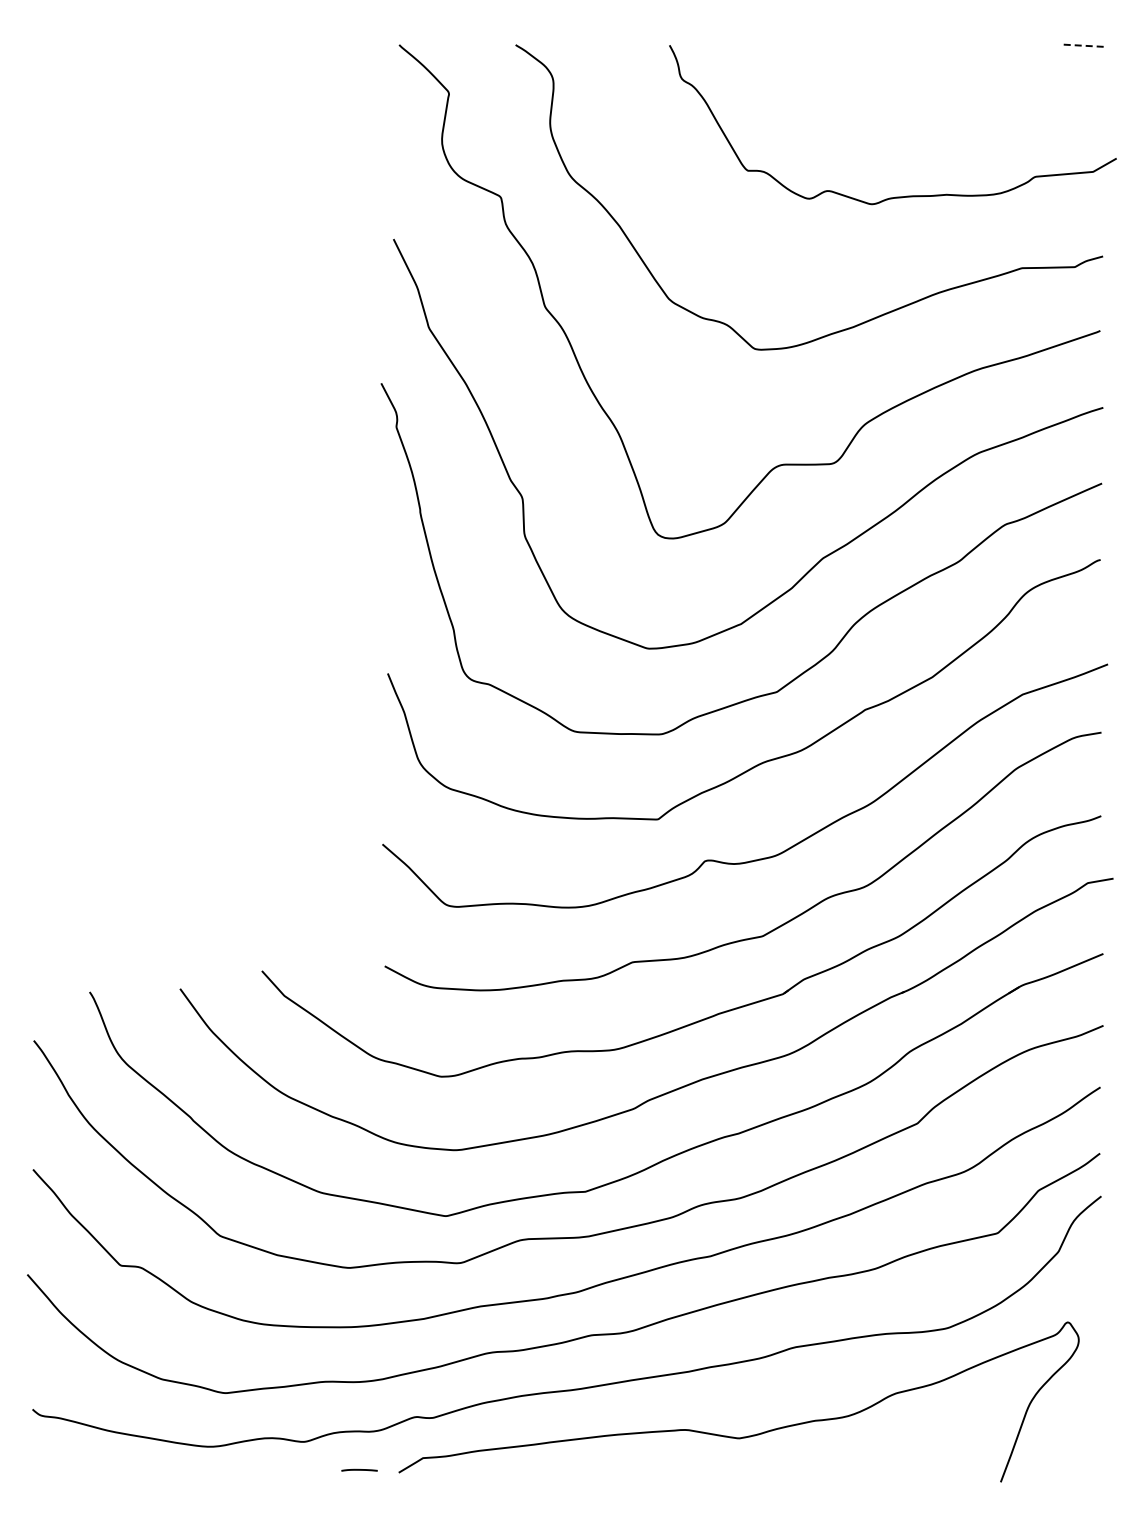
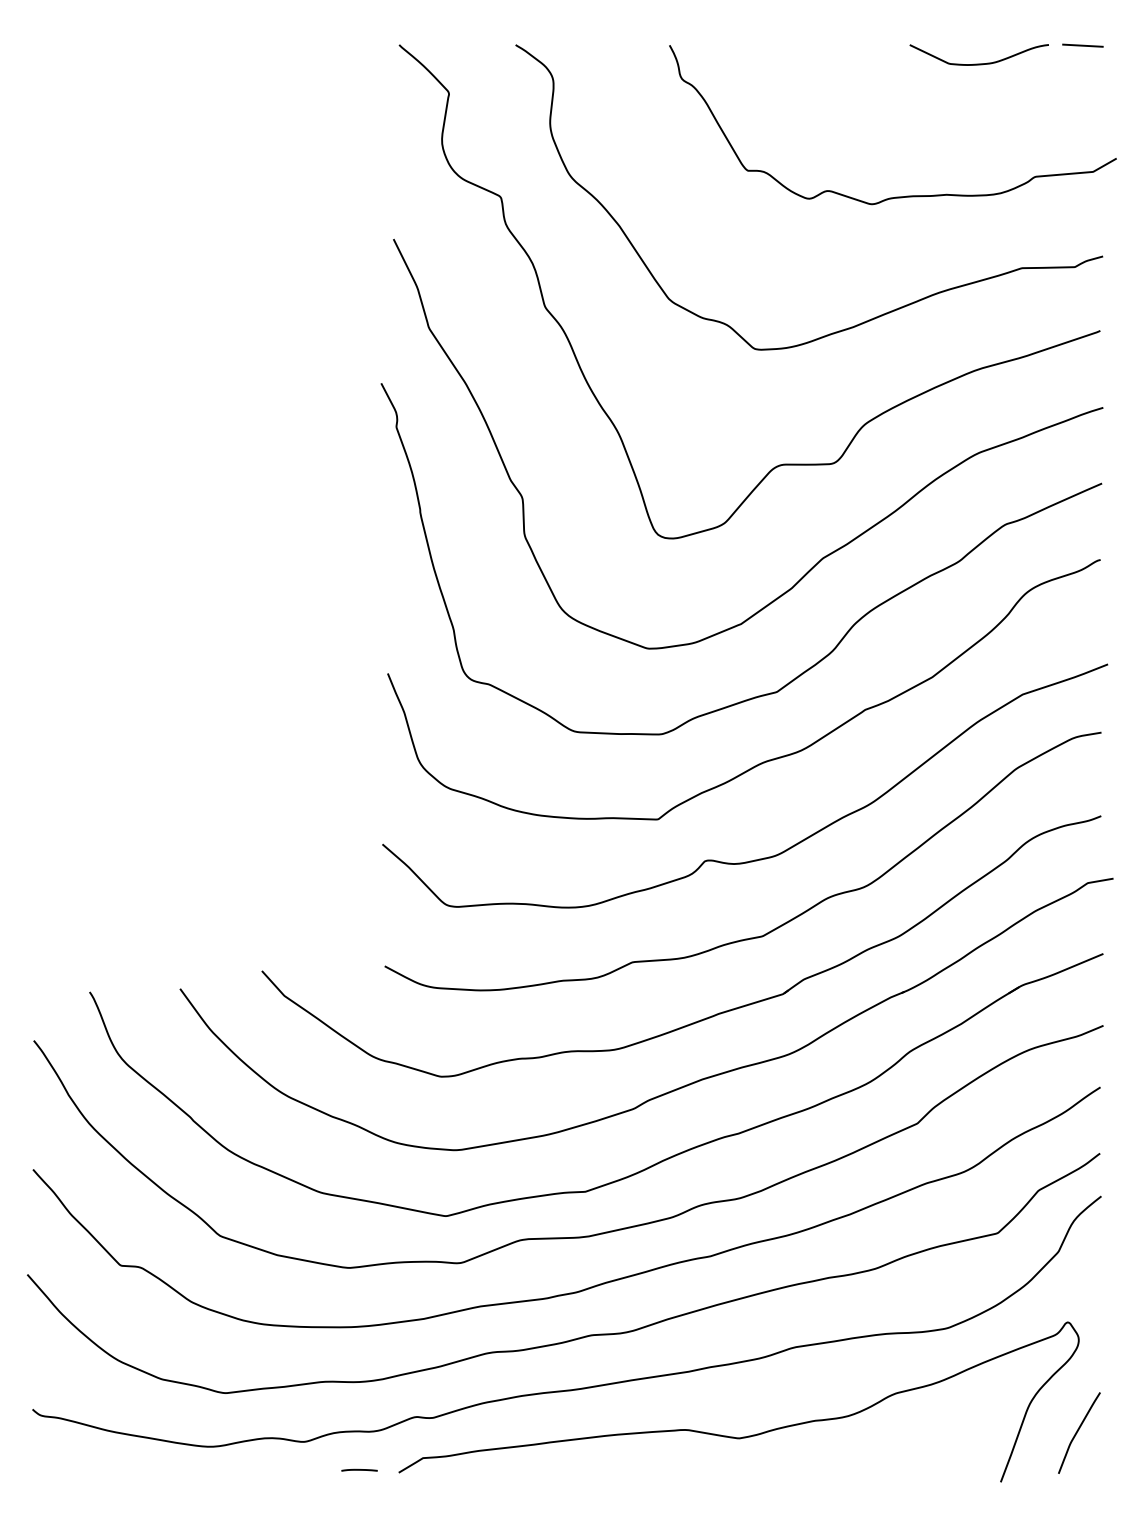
line at (1082, 45): dashed -> solid
curve at (978, 63): none -> present
curve at (1078, 1431): none -> present
